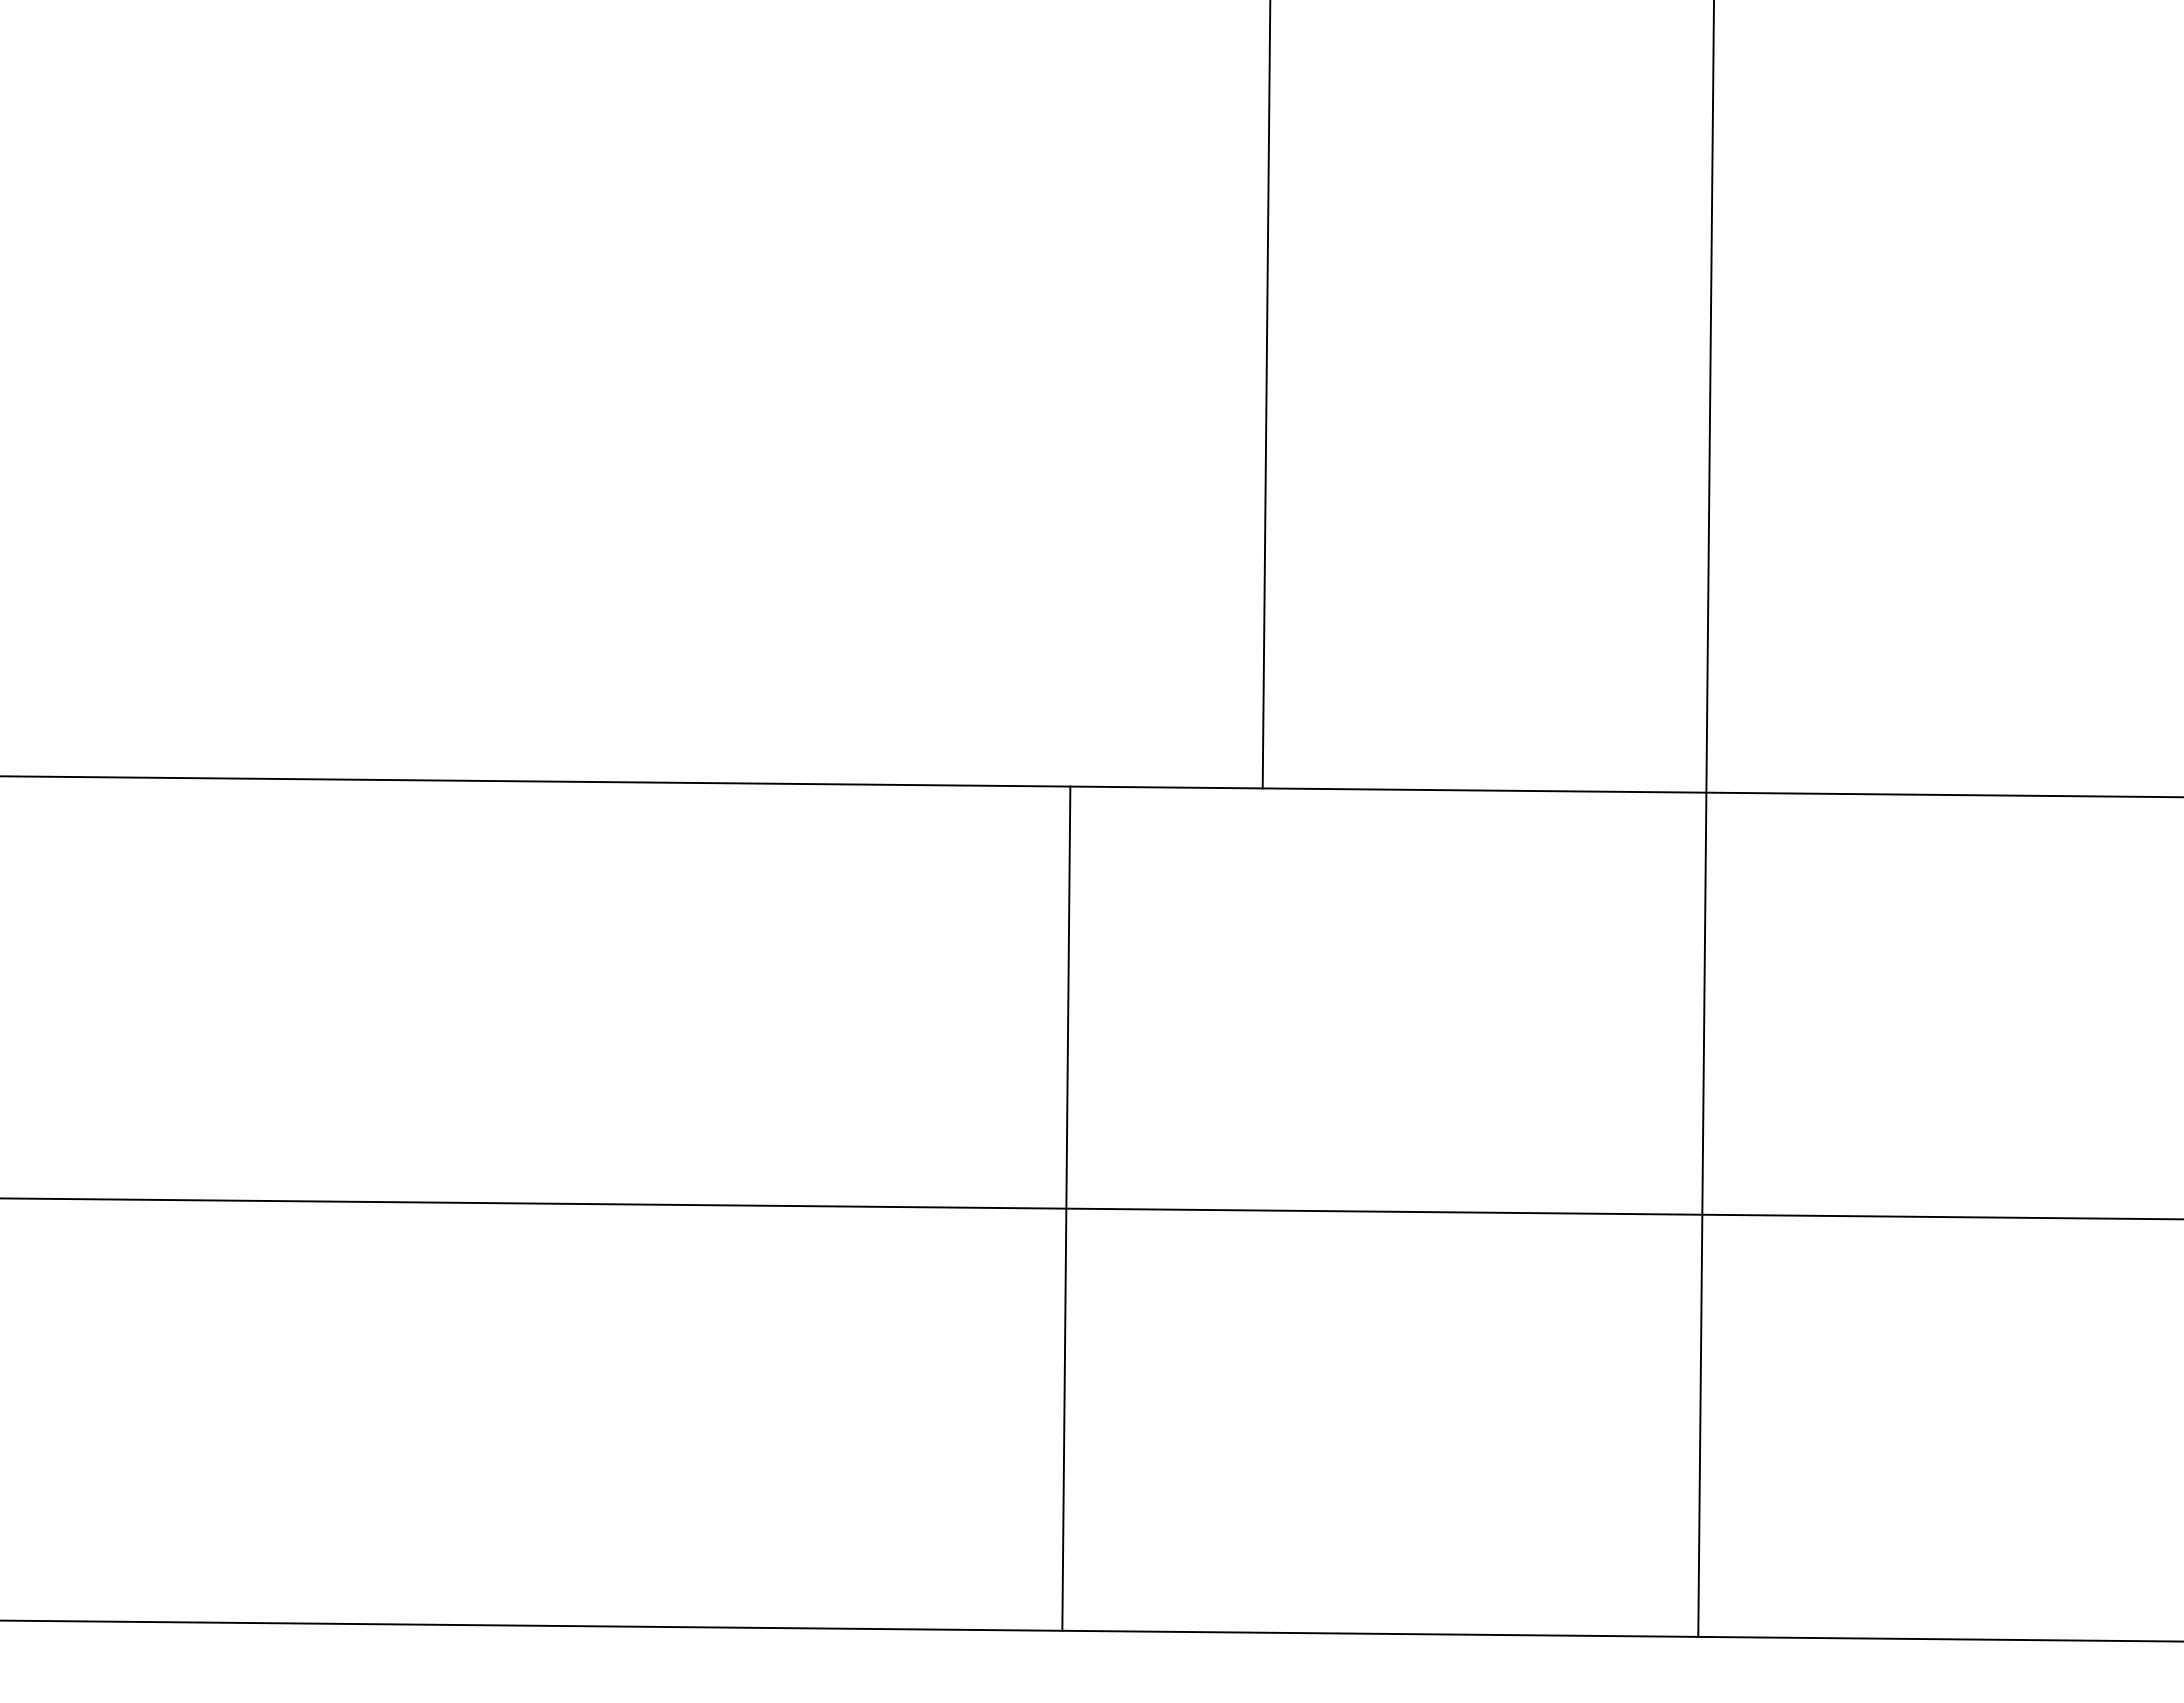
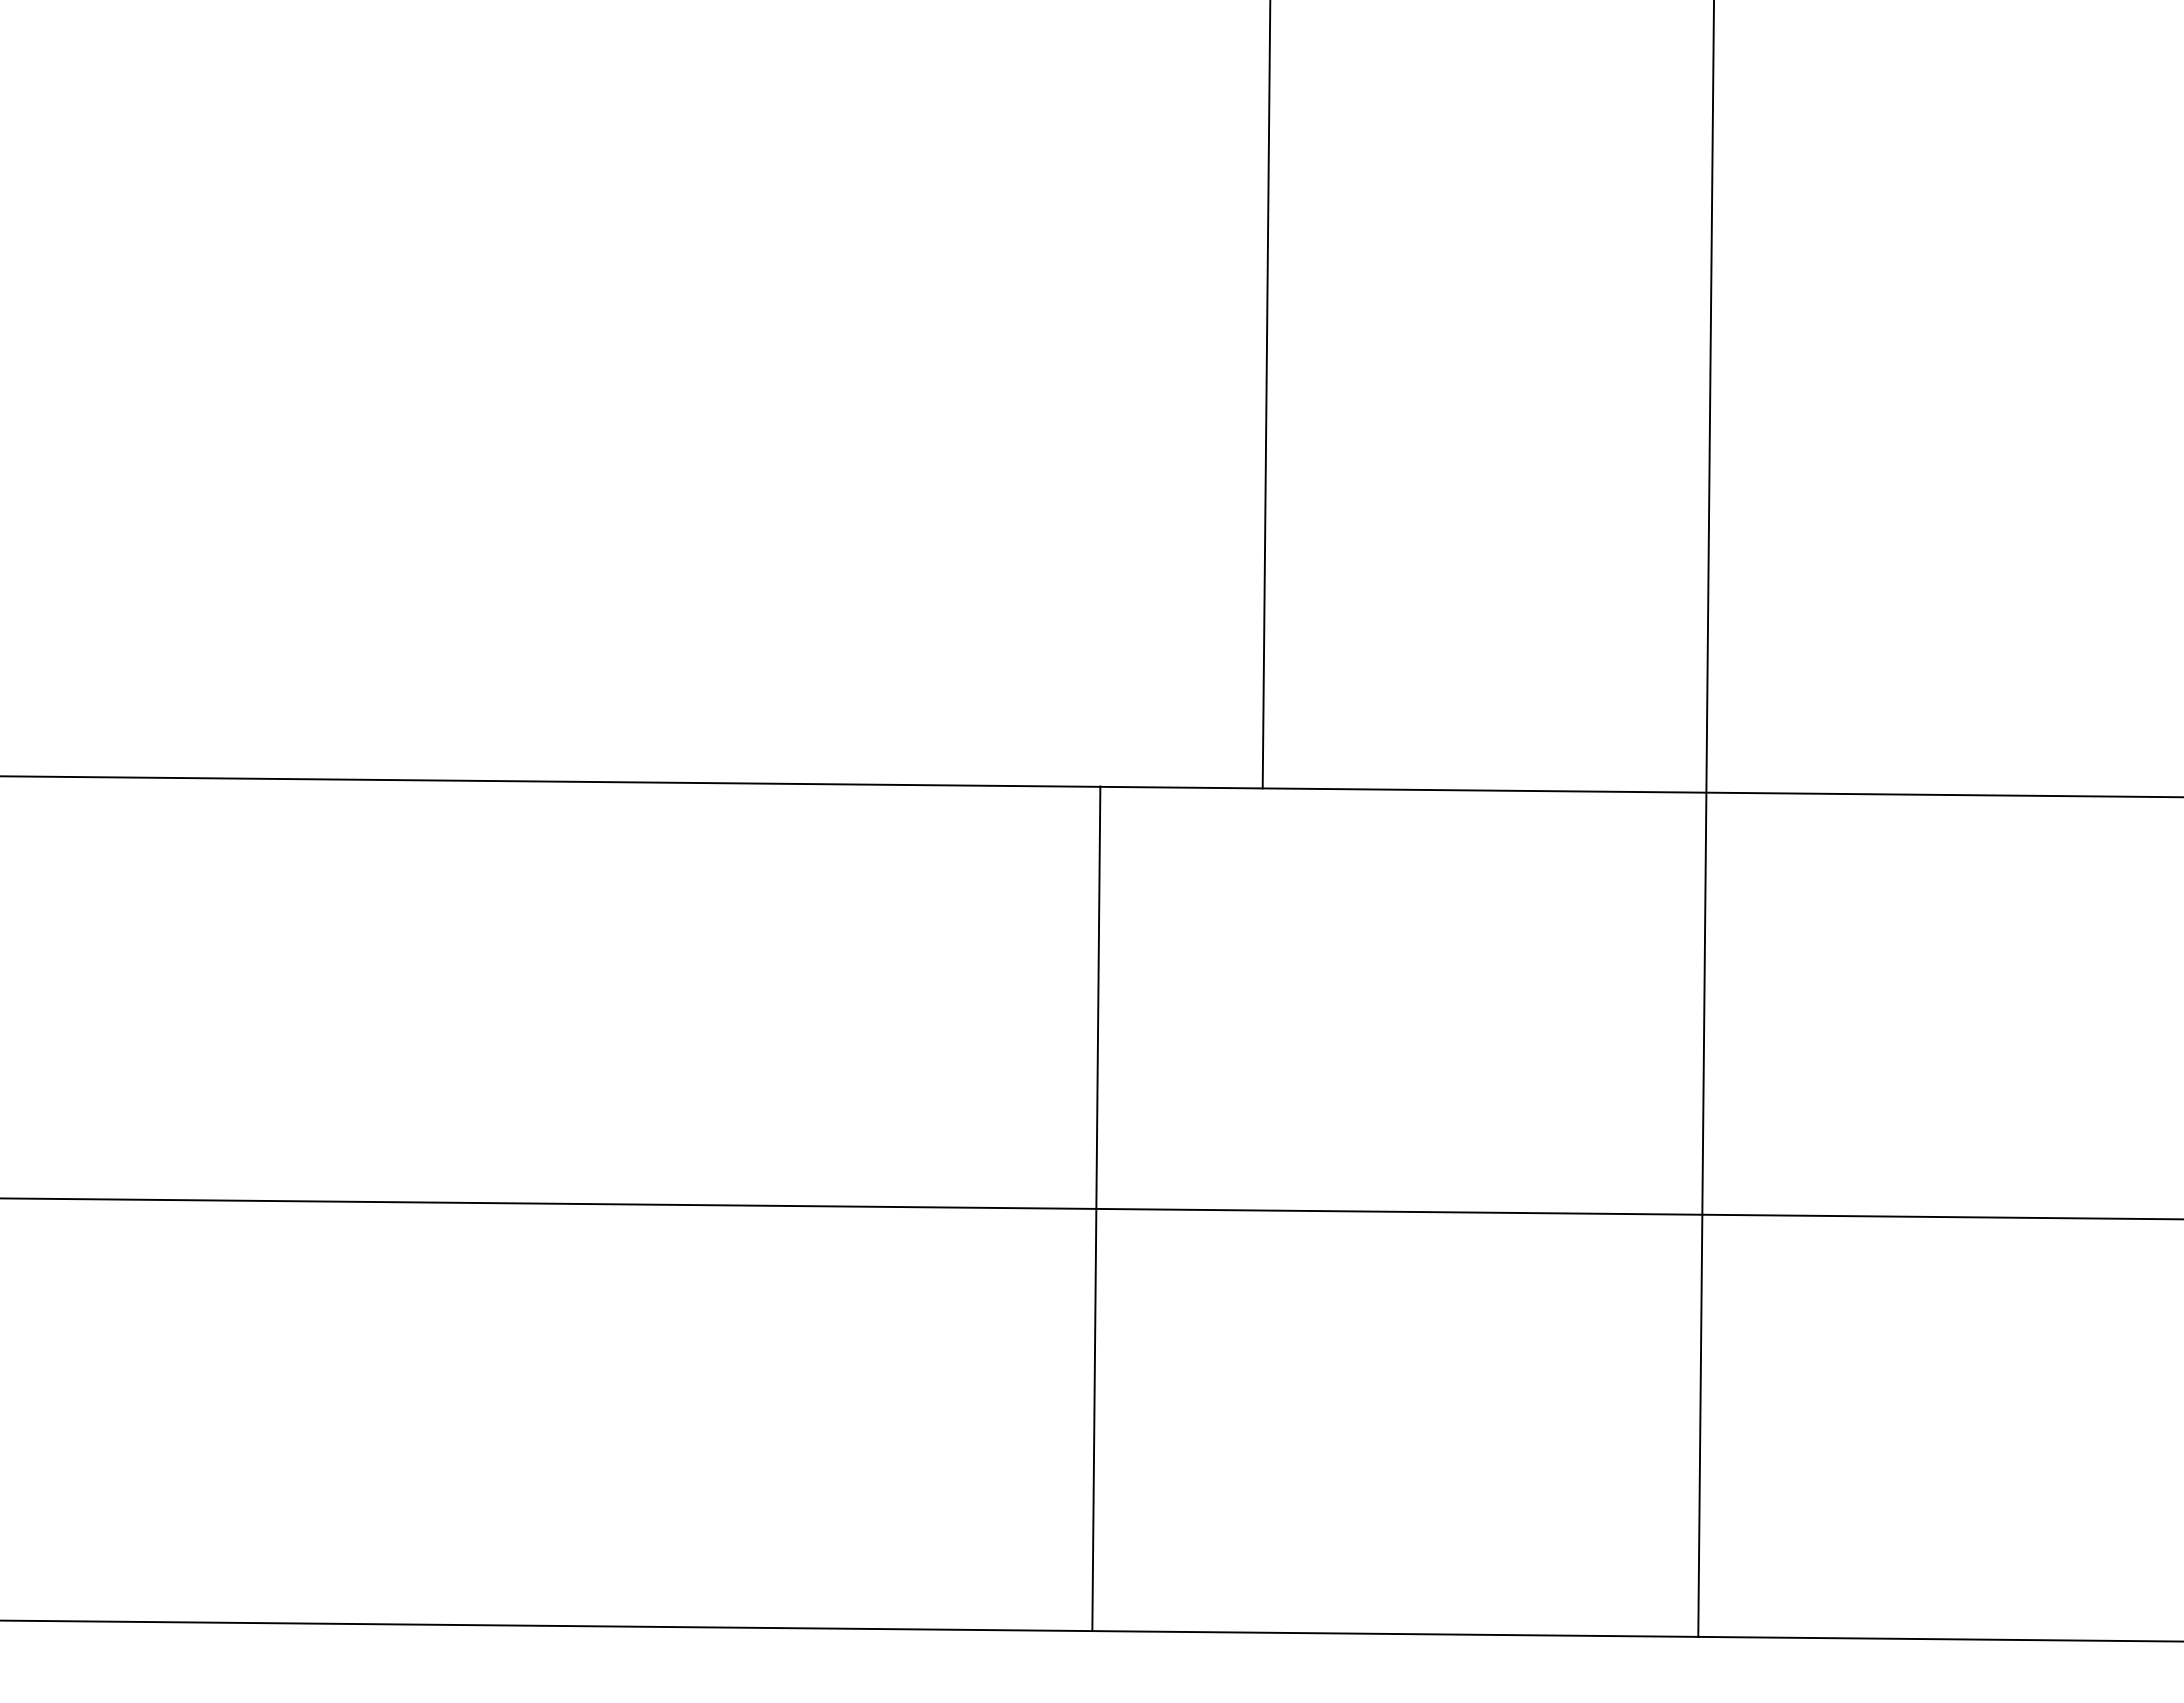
line at (1066, 1208) position: (1066, 1208) -> (1096, 1208)
